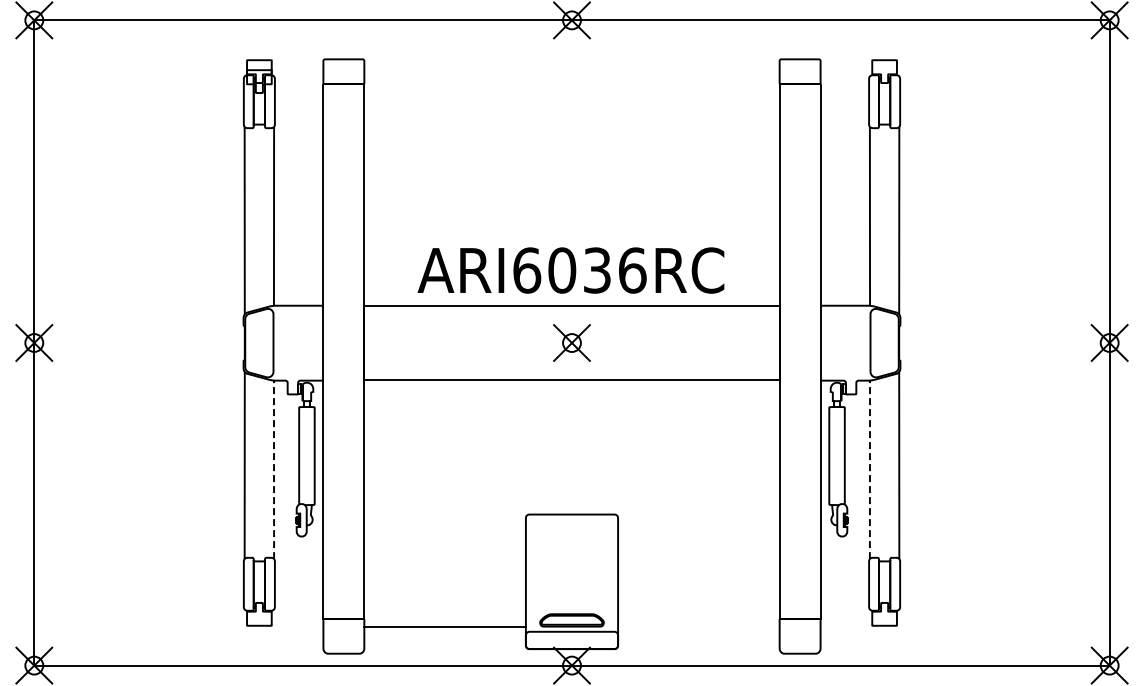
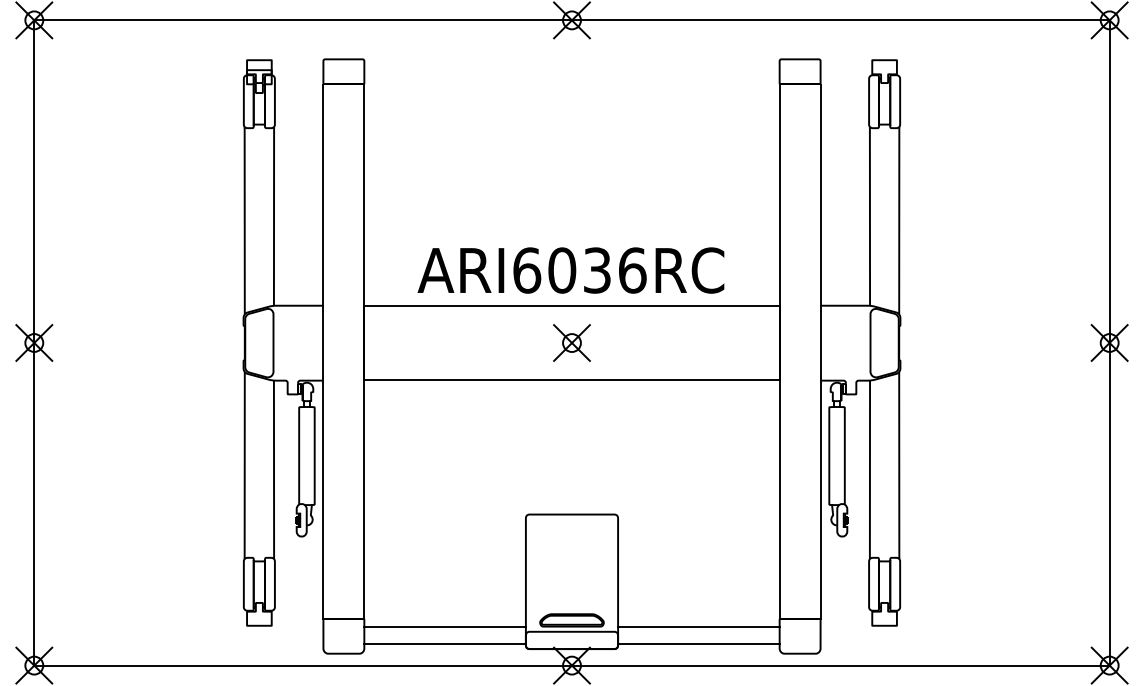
line at (274, 469): dashed -> solid
line at (869, 469): dashed -> solid
line at (698, 626): none -> present
line at (445, 644): none -> present
line at (698, 644): none -> present
